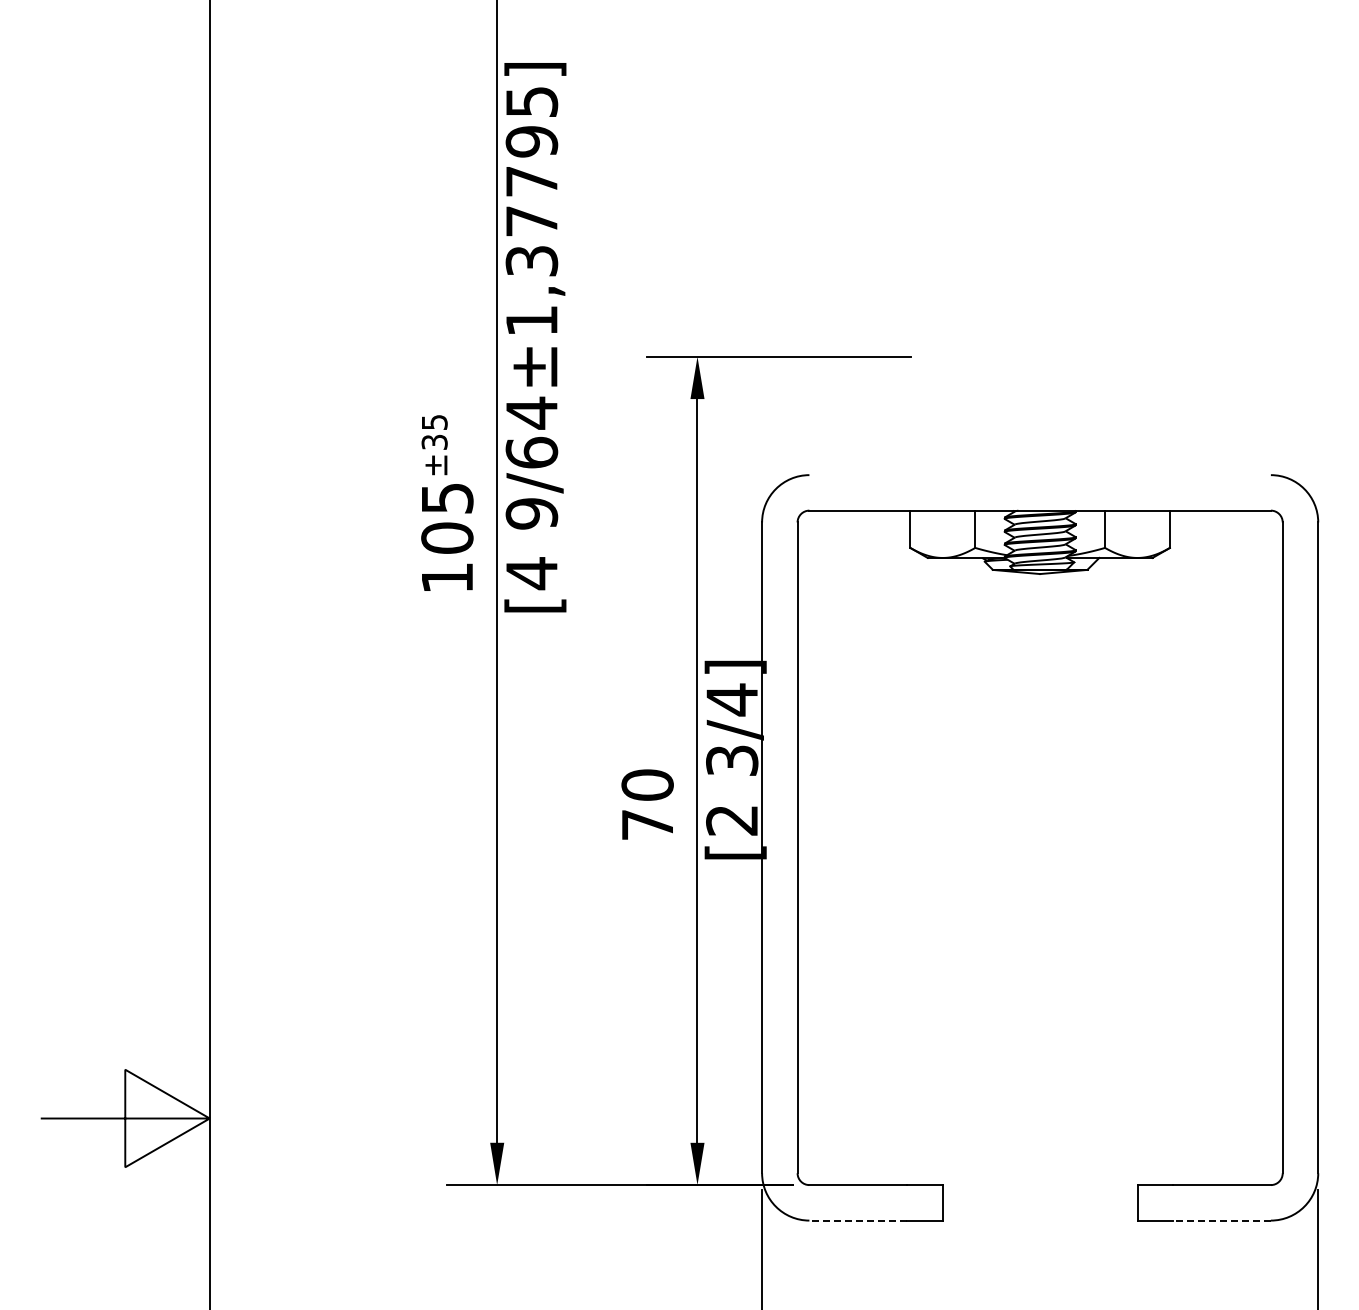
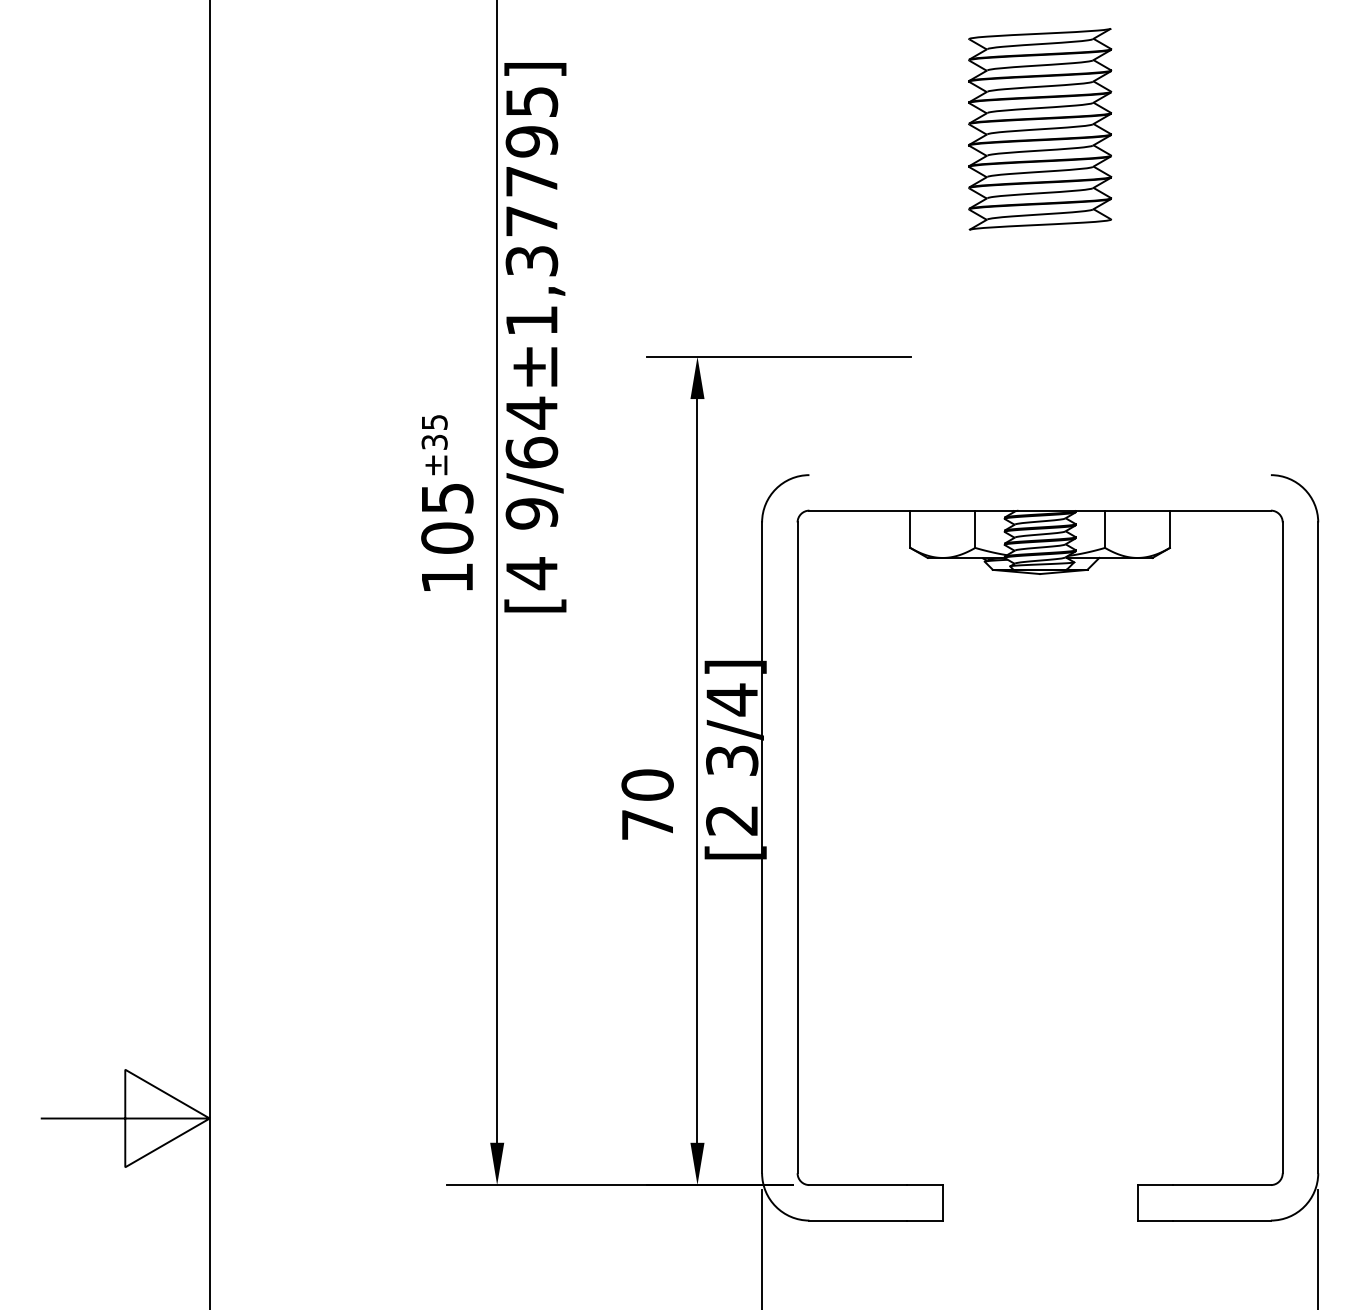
part at (1040, 129): none -> present
line at (858, 1220): dashed -> solid
line at (1222, 1220): dashed -> solid
